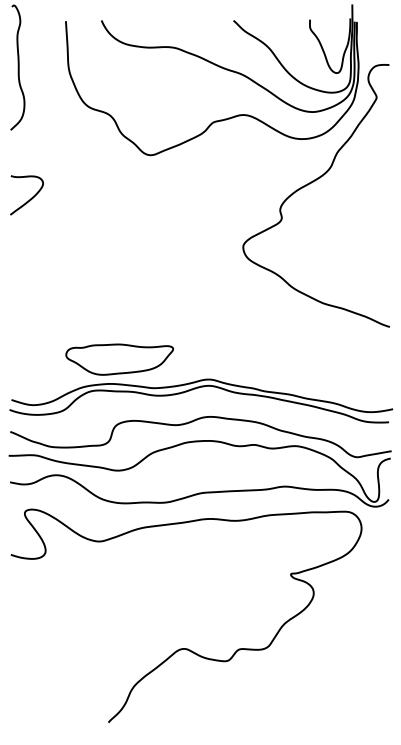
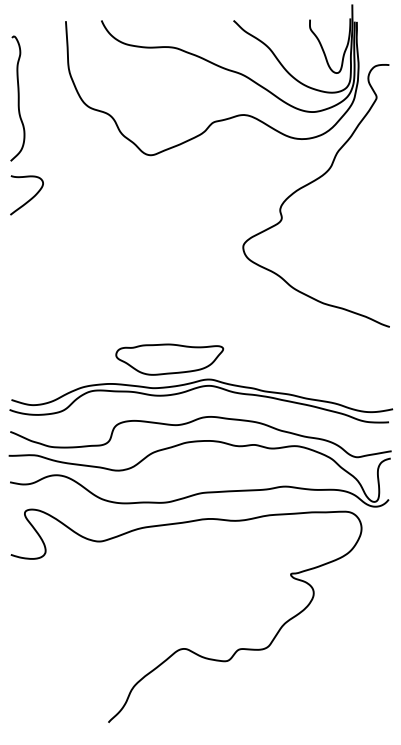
curve at (17, 67) position: (17, 67) -> (17, 98)
part at (119, 359) position: (119, 359) -> (169, 359)
